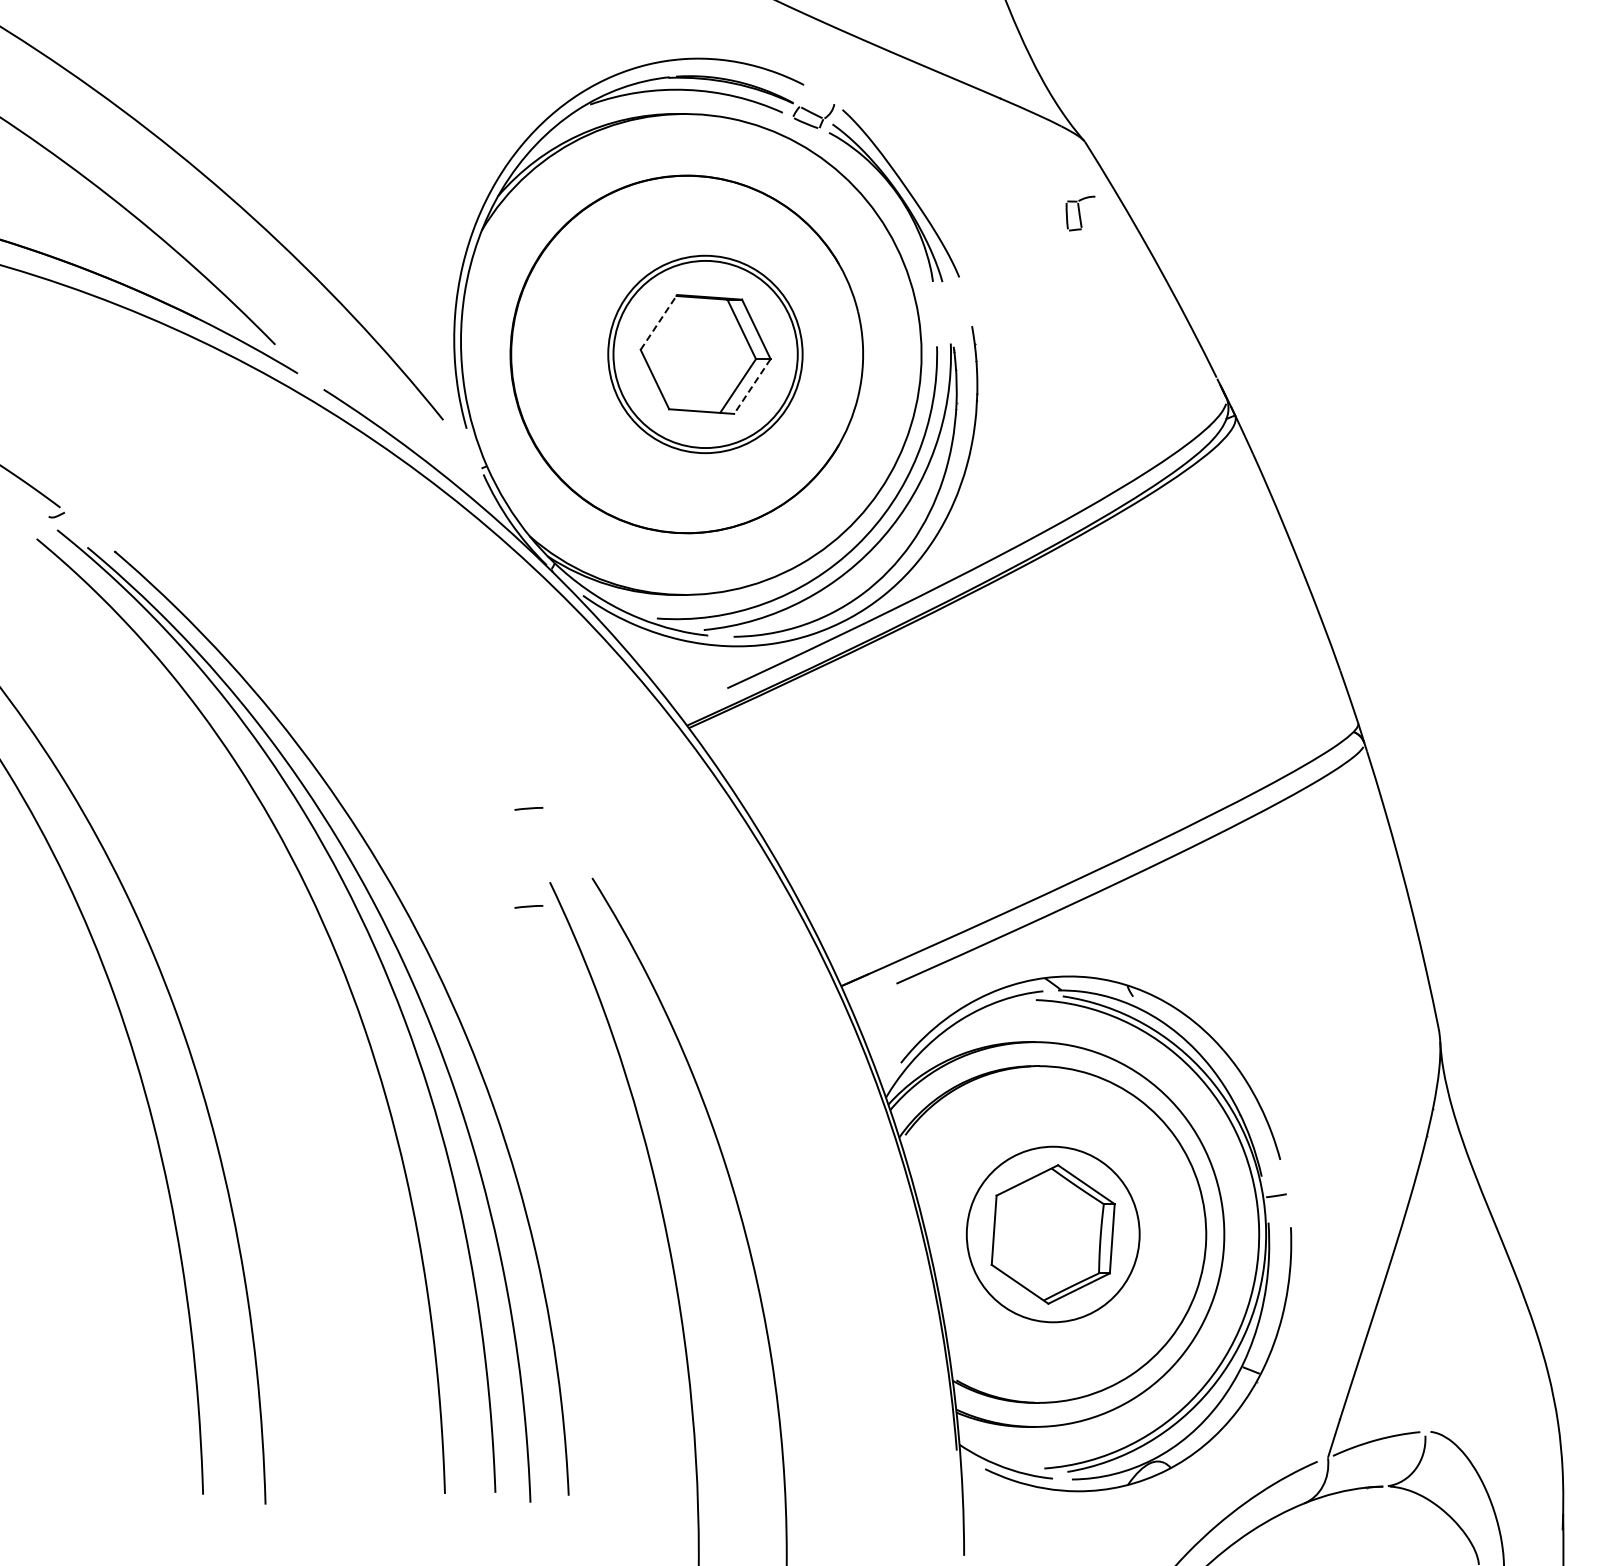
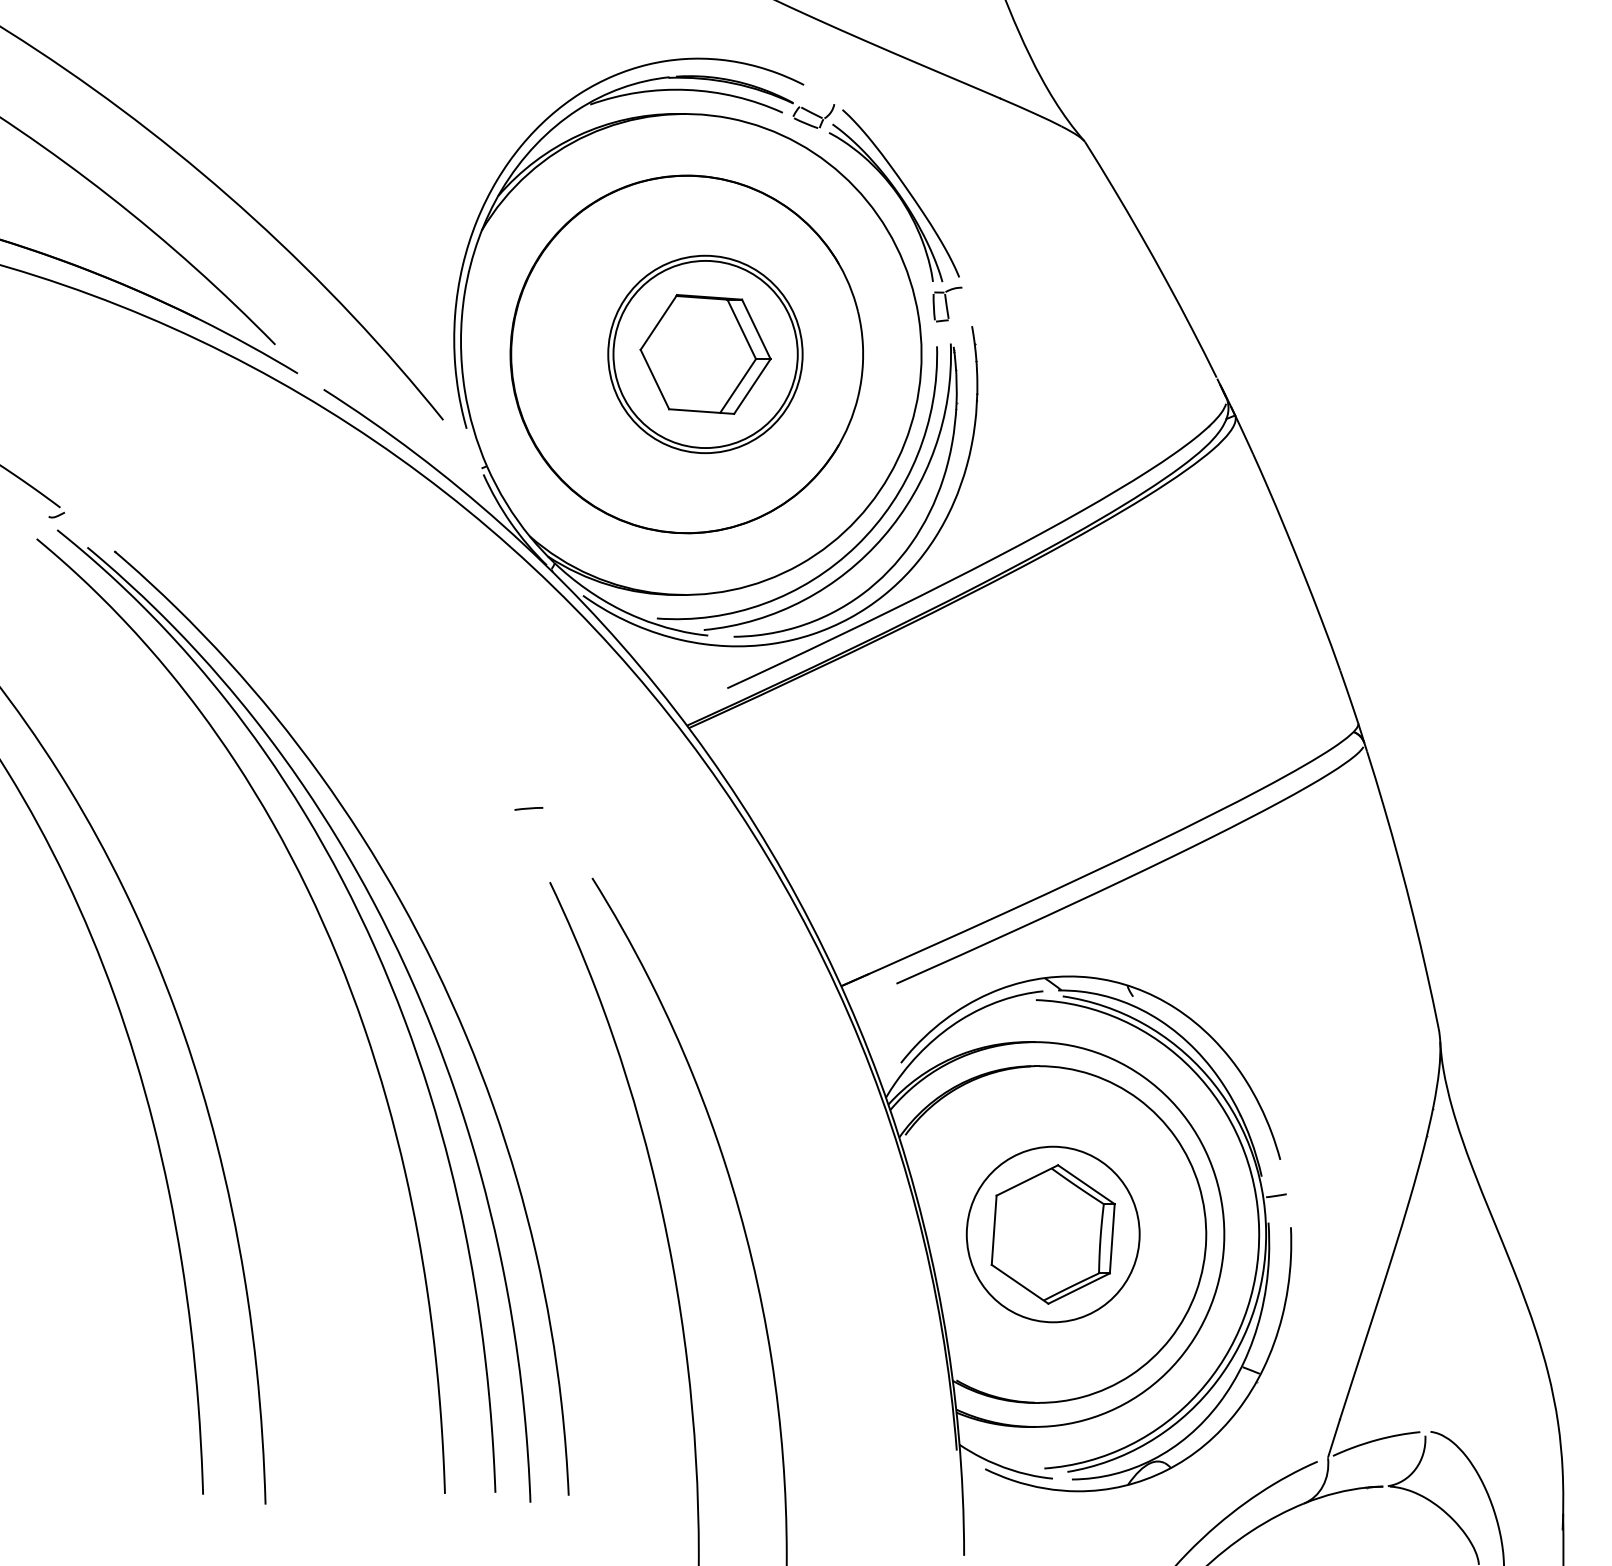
part at (1080, 213) position: (1080, 213) -> (947, 304)
line at (658, 322): dashed -> solid
line at (752, 386): dashed -> solid
line at (528, 906): present -> none
